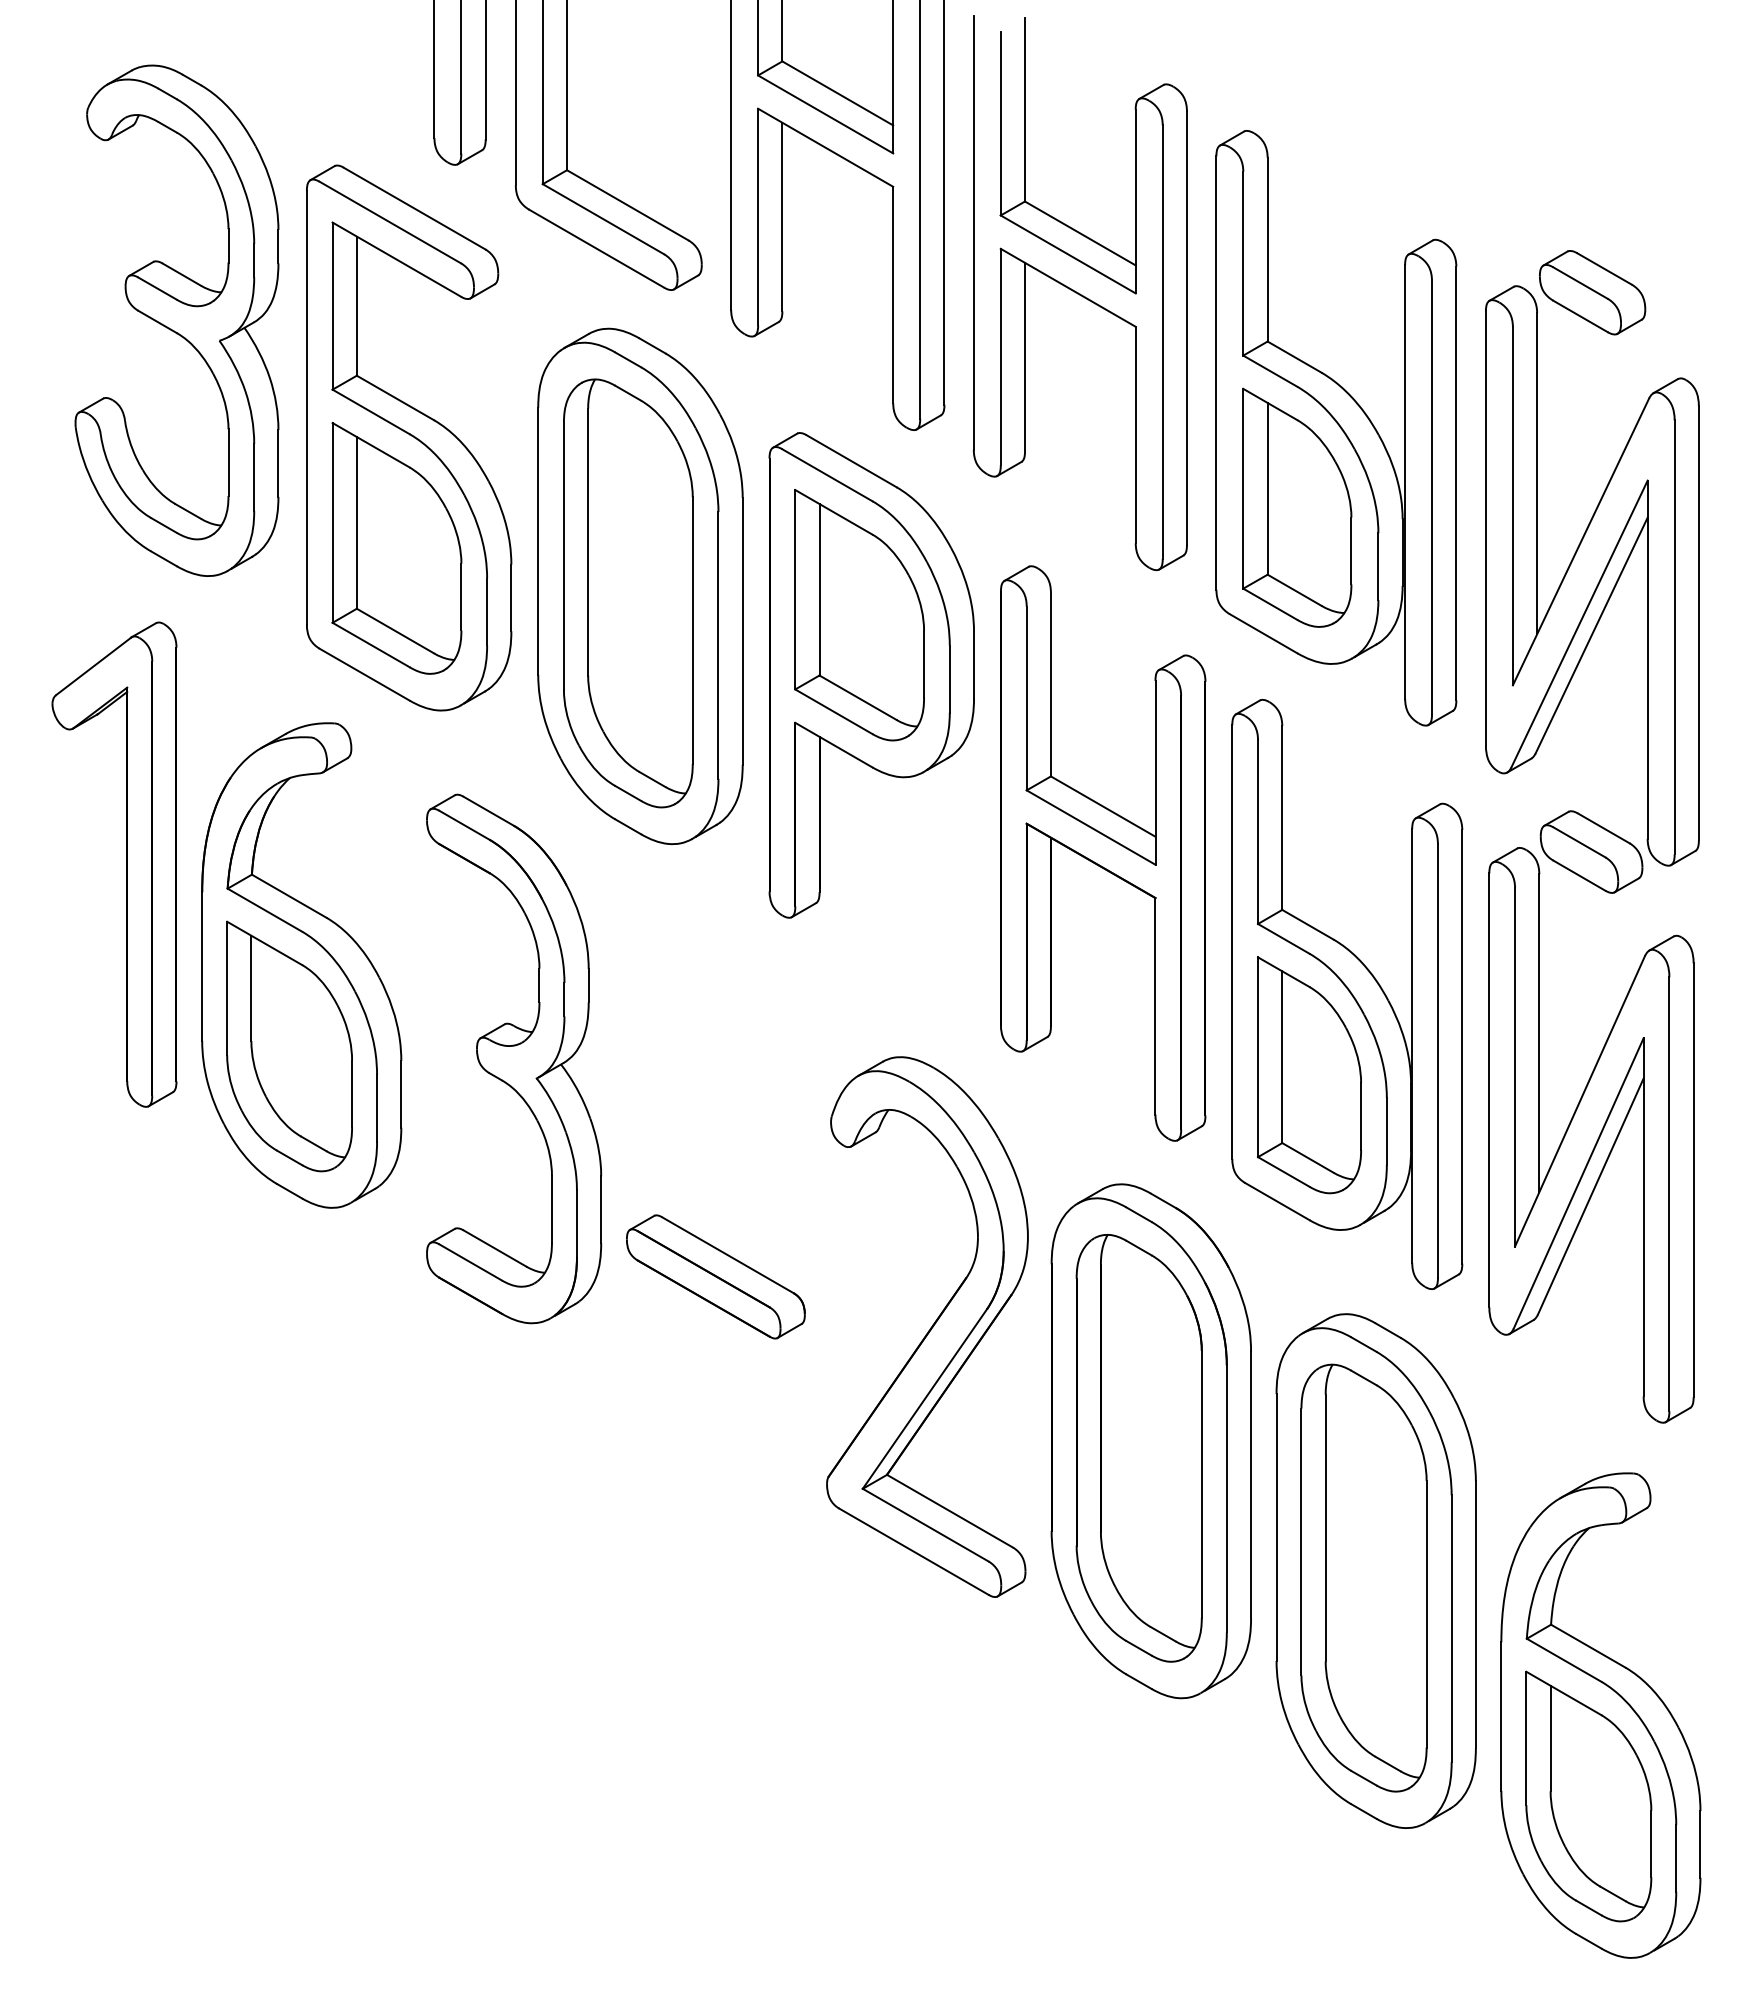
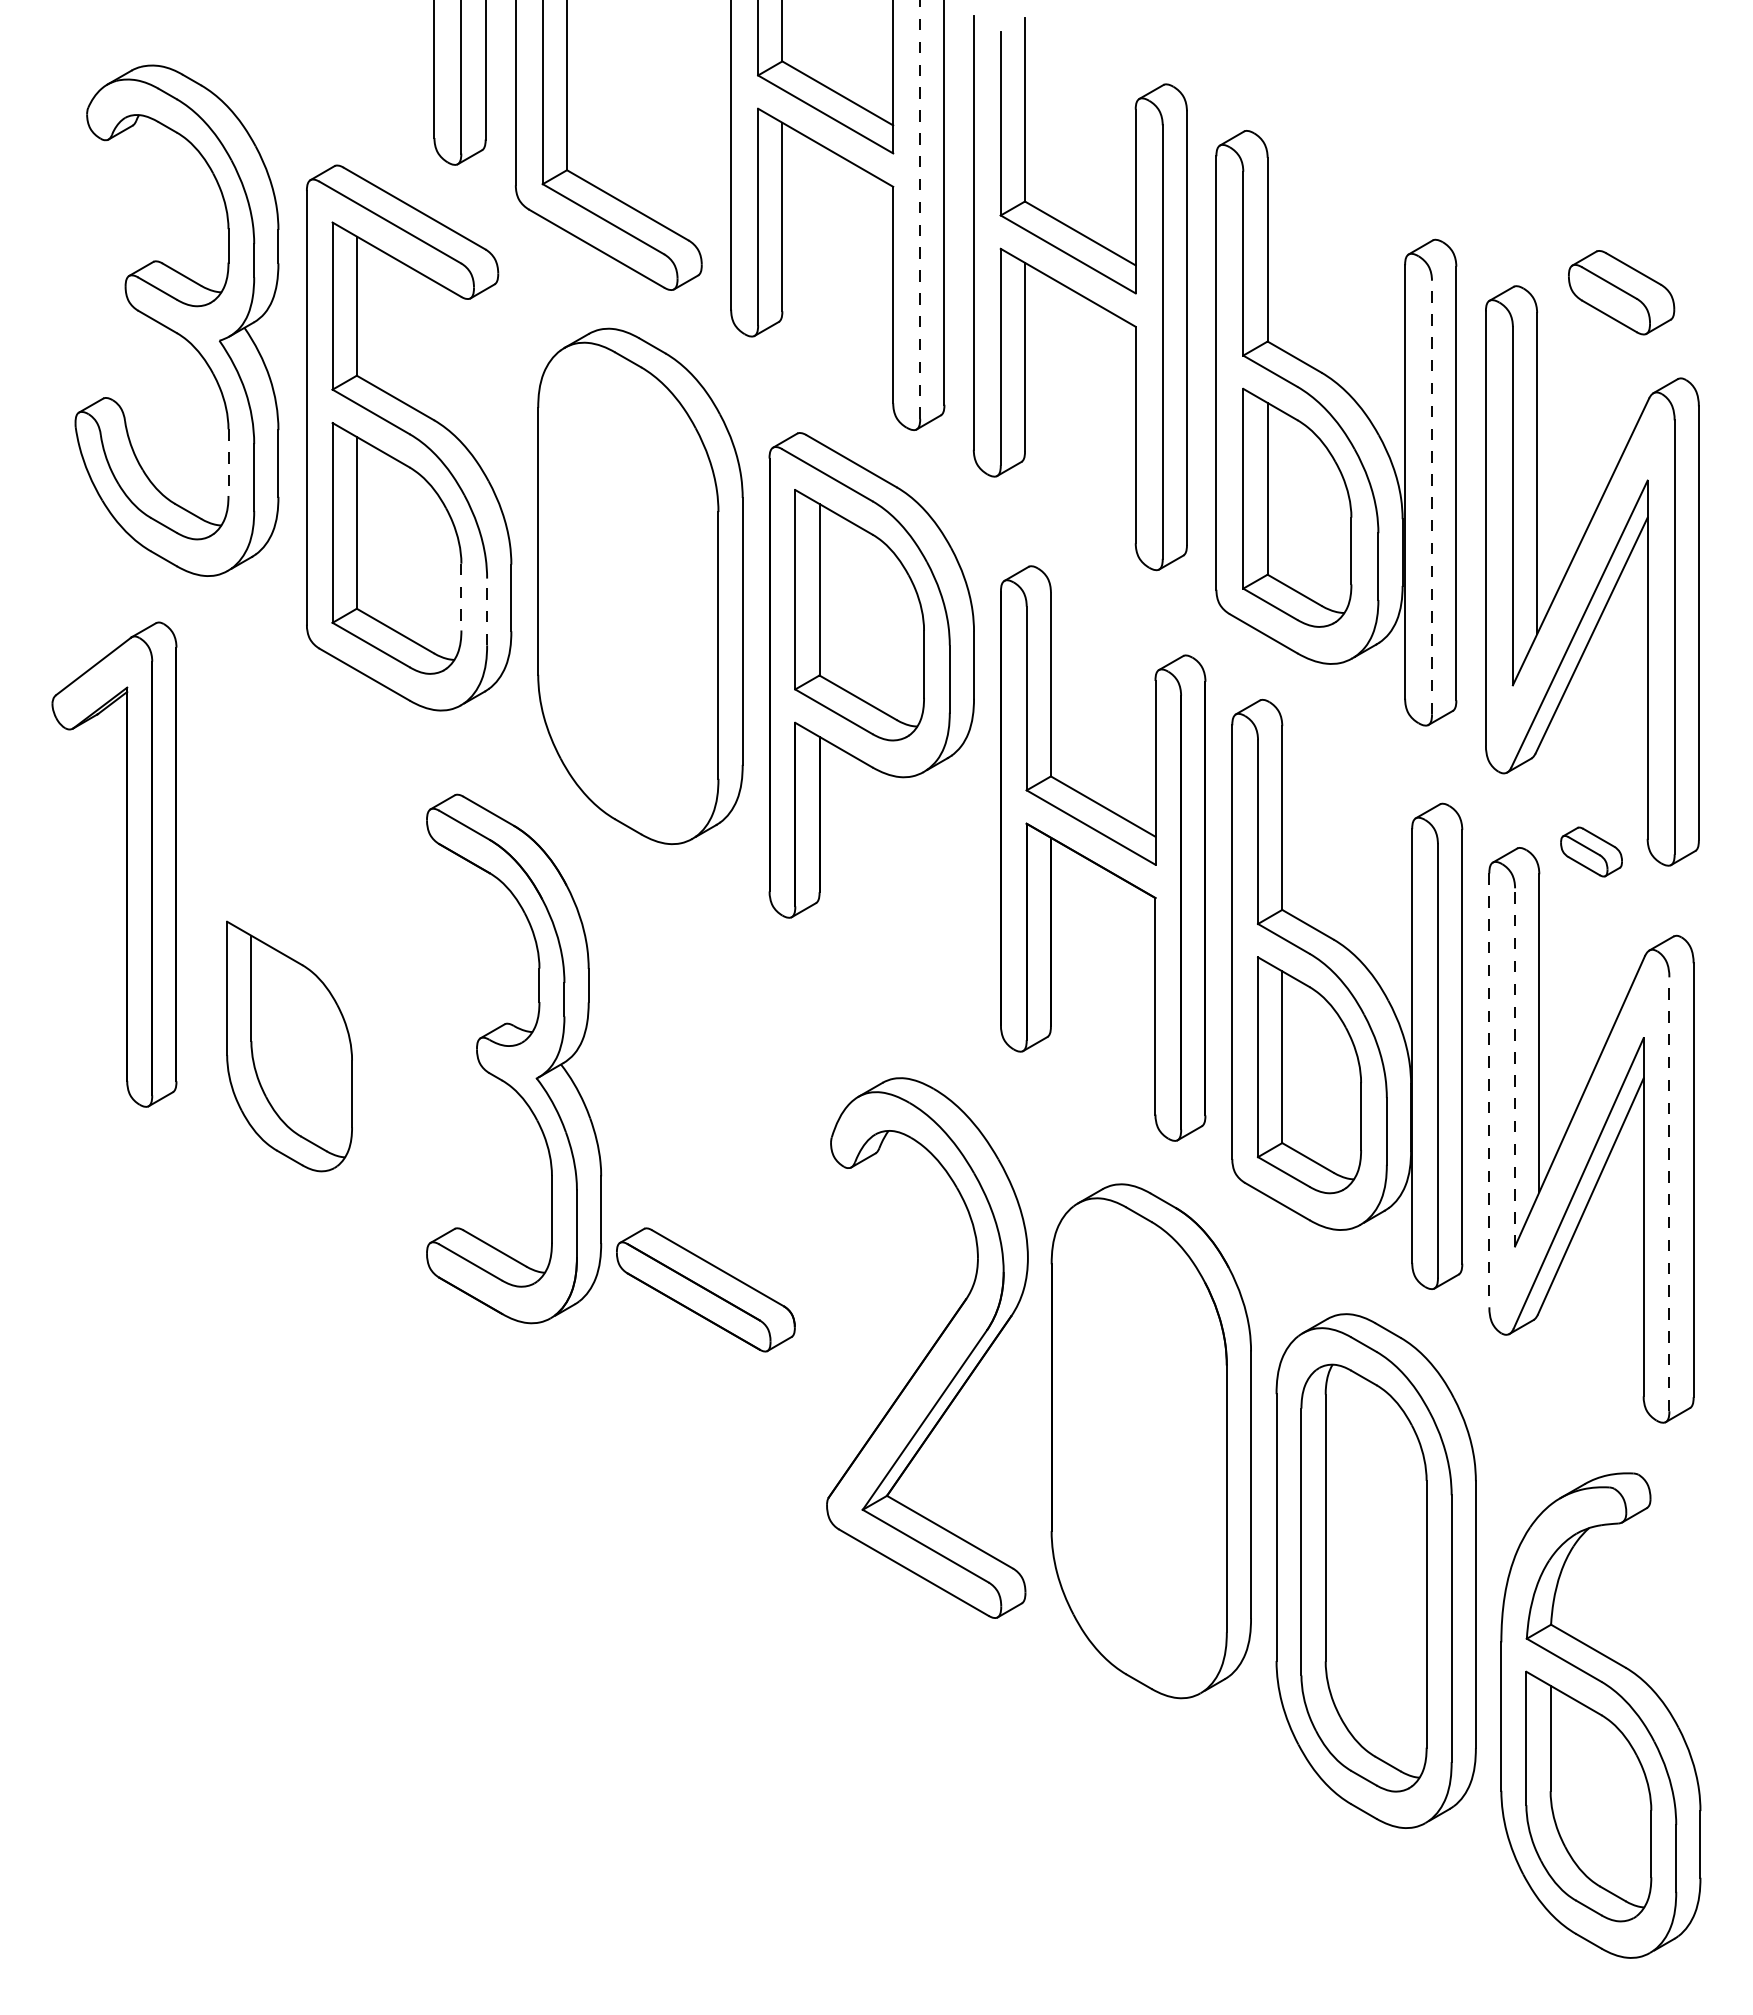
line at (920, 209): solid -> dashed
part at (1592, 292) position: (1592, 292) -> (1621, 292)
line at (228, 463): solid -> dashed
line at (1431, 497): solid -> dashed
part at (628, 593): present -> none
line at (461, 597): solid -> dashed
line at (487, 611): solid -> dashed
part at (1591, 851) size: 105x84 px -> 63x52 px
part at (301, 965): present -> none
line at (1515, 1066): solid -> dashed
line at (1489, 1090): solid -> dashed
line at (1669, 1194): solid -> dashed
part at (715, 1276) position: (715, 1276) -> (705, 1289)
part at (927, 1326) position: (927, 1326) -> (927, 1347)
part at (1138, 1448): present -> none
